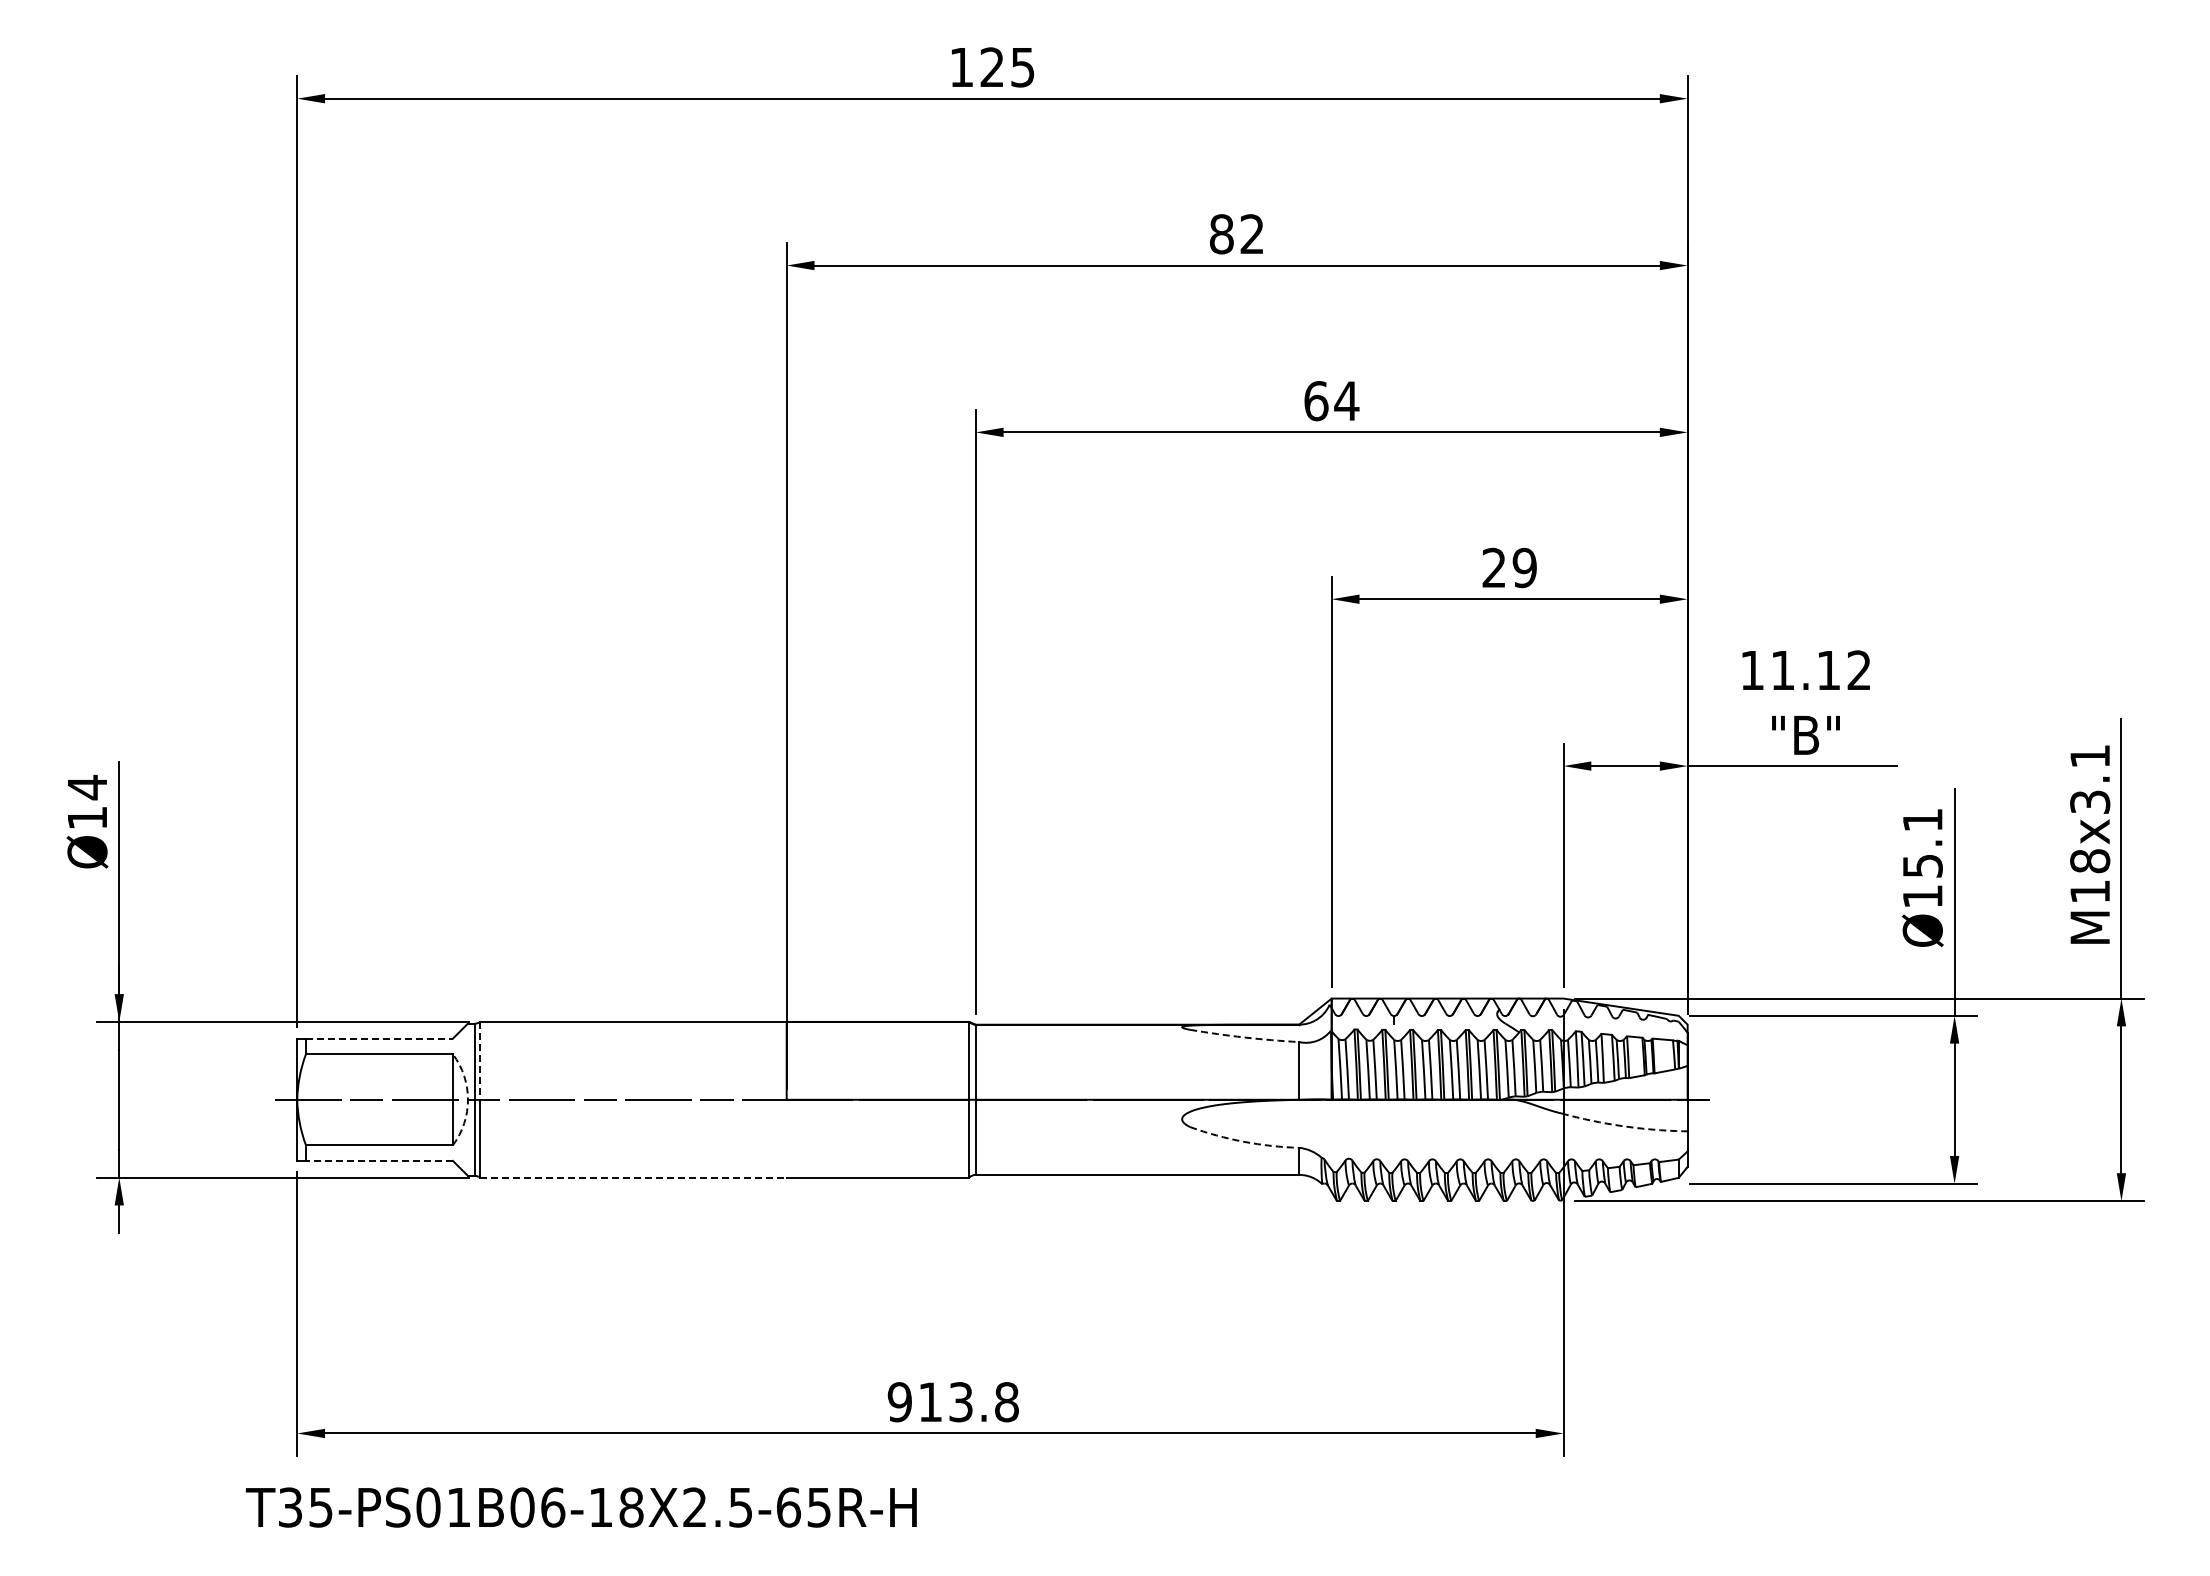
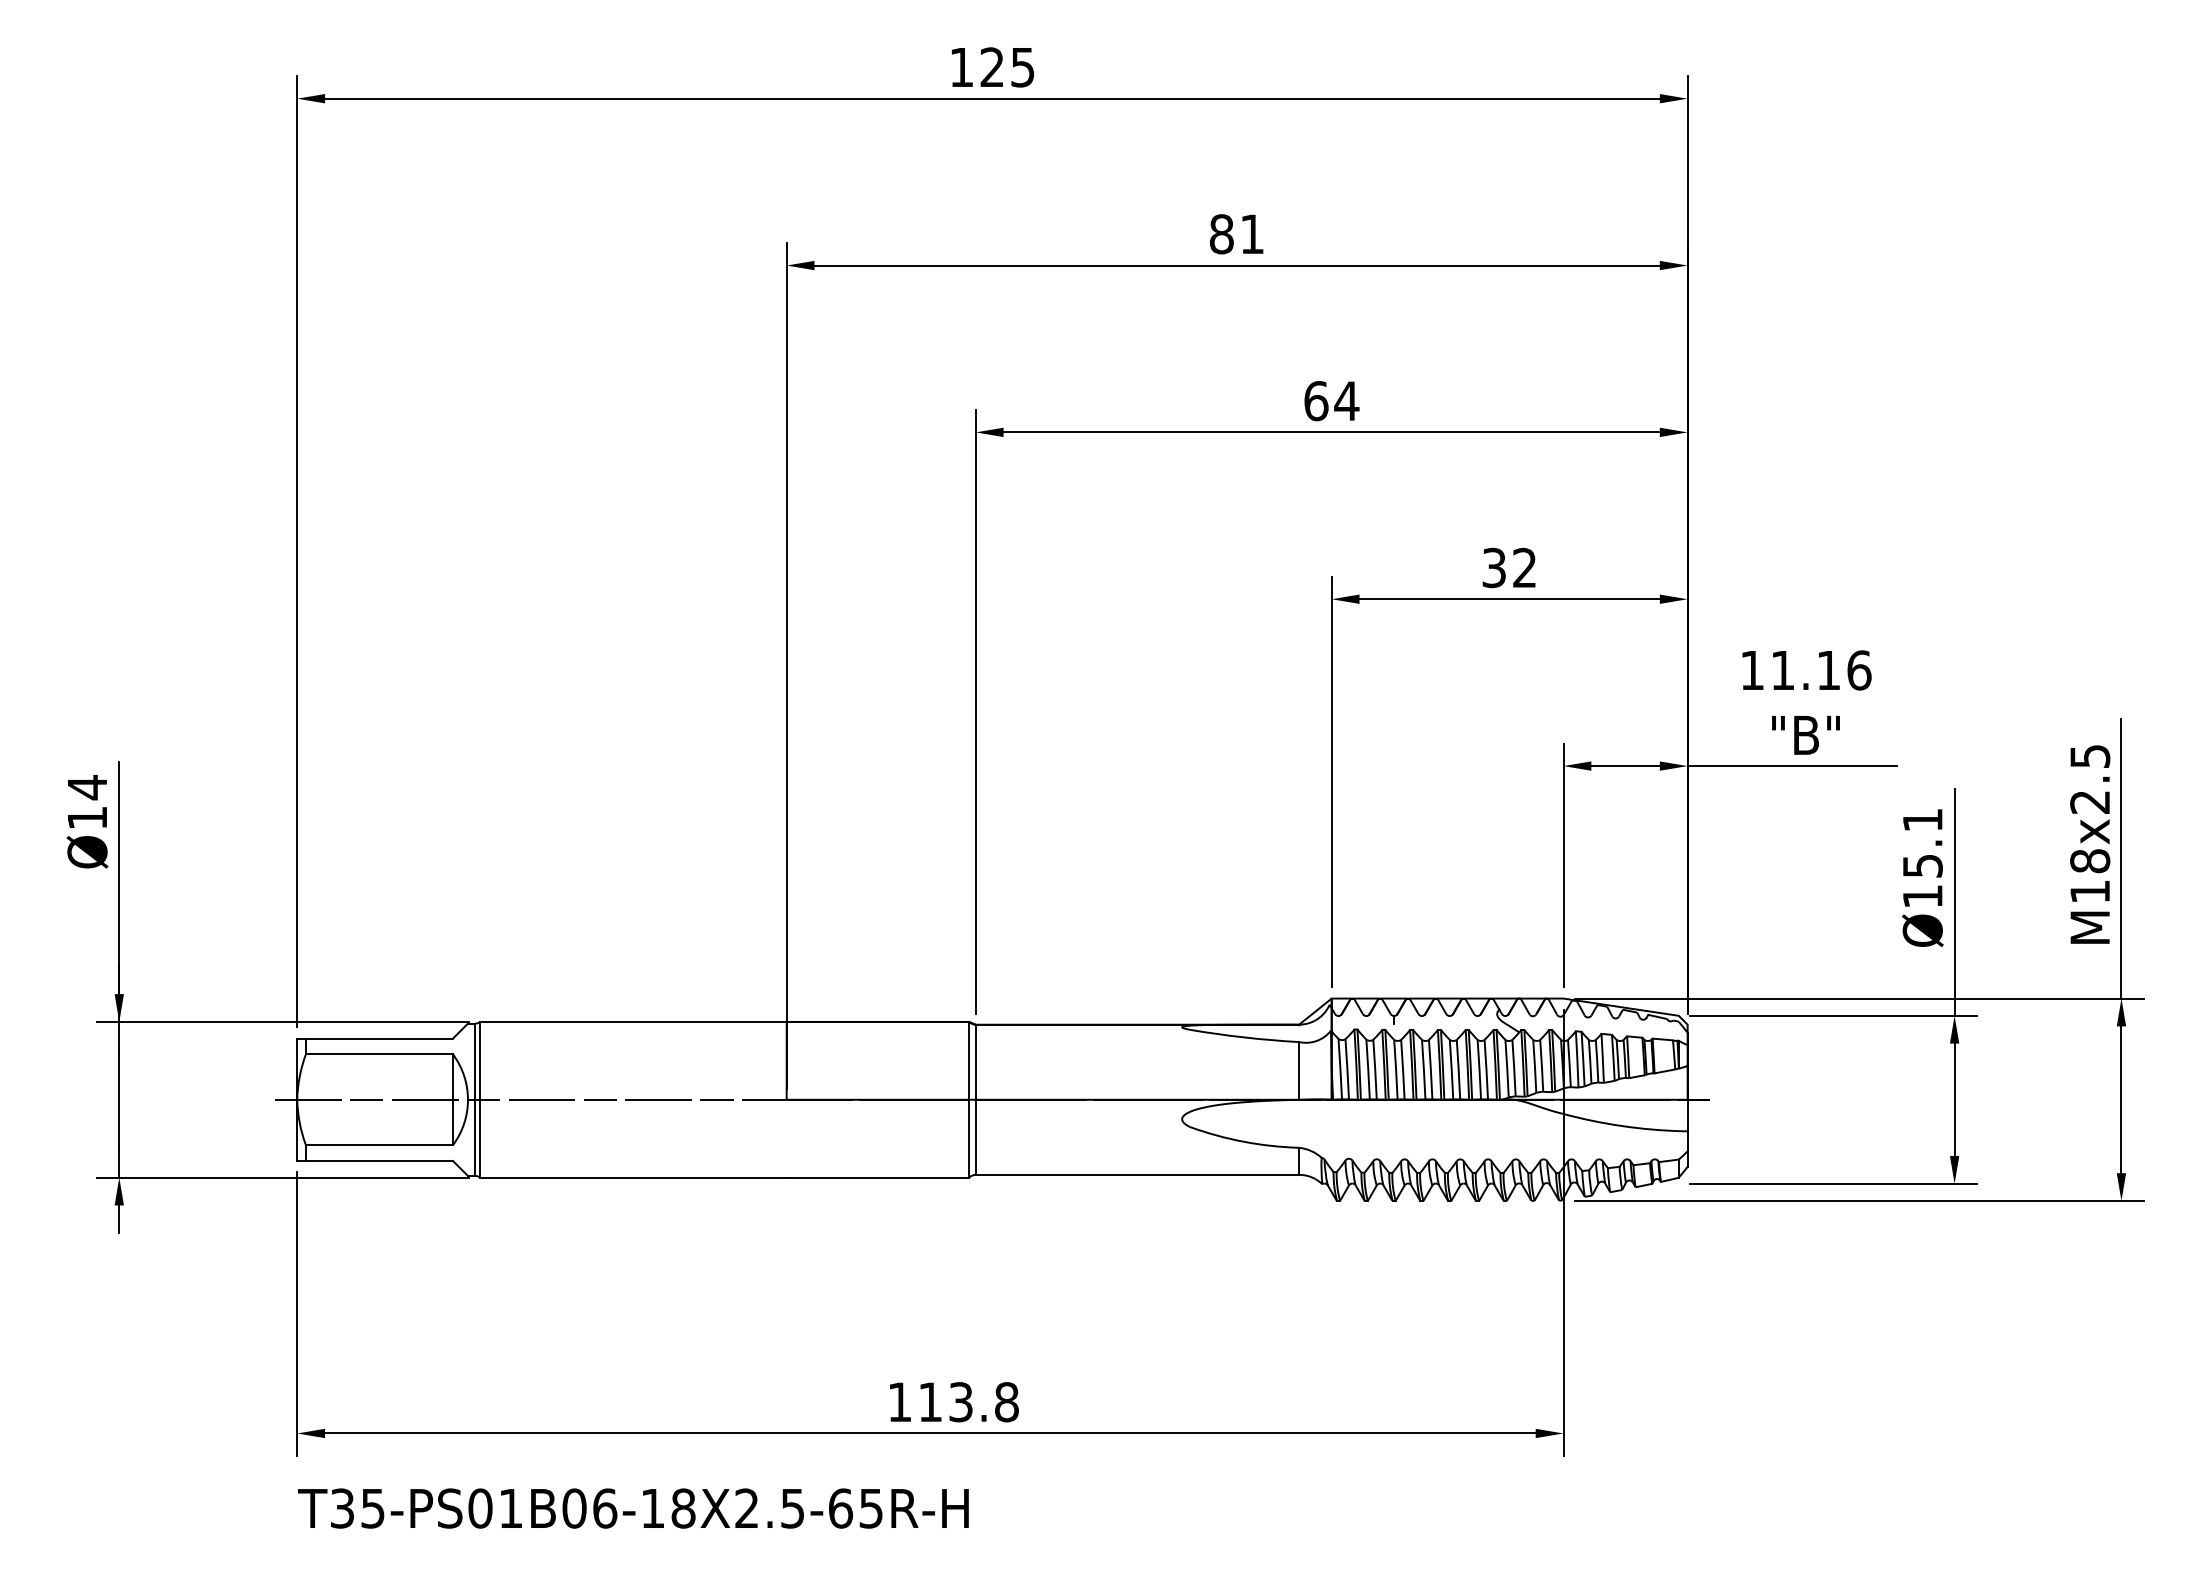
text at (1251, 233): 82 -> 81
text at (1509, 567): 29 -> 32
text at (1859, 670): 11.12 -> 11.16
text at (2090, 779): M18x3.1 -> M18x2.5
arc at (1244, 1037): dashed -> solid
line at (379, 1038): dashed -> solid
line at (480, 1060): dashed -> solid
arc at (468, 1099): dashed -> solid
arc at (1622, 1126): dashed -> solid
arc at (1243, 1141): dashed -> solid
line at (379, 1160): dashed -> solid
line at (634, 1177): dashed -> solid
text at (899, 1402): 913.8 -> 113.8
text at (581, 1507) position: (581, 1507) -> (633, 1508)
